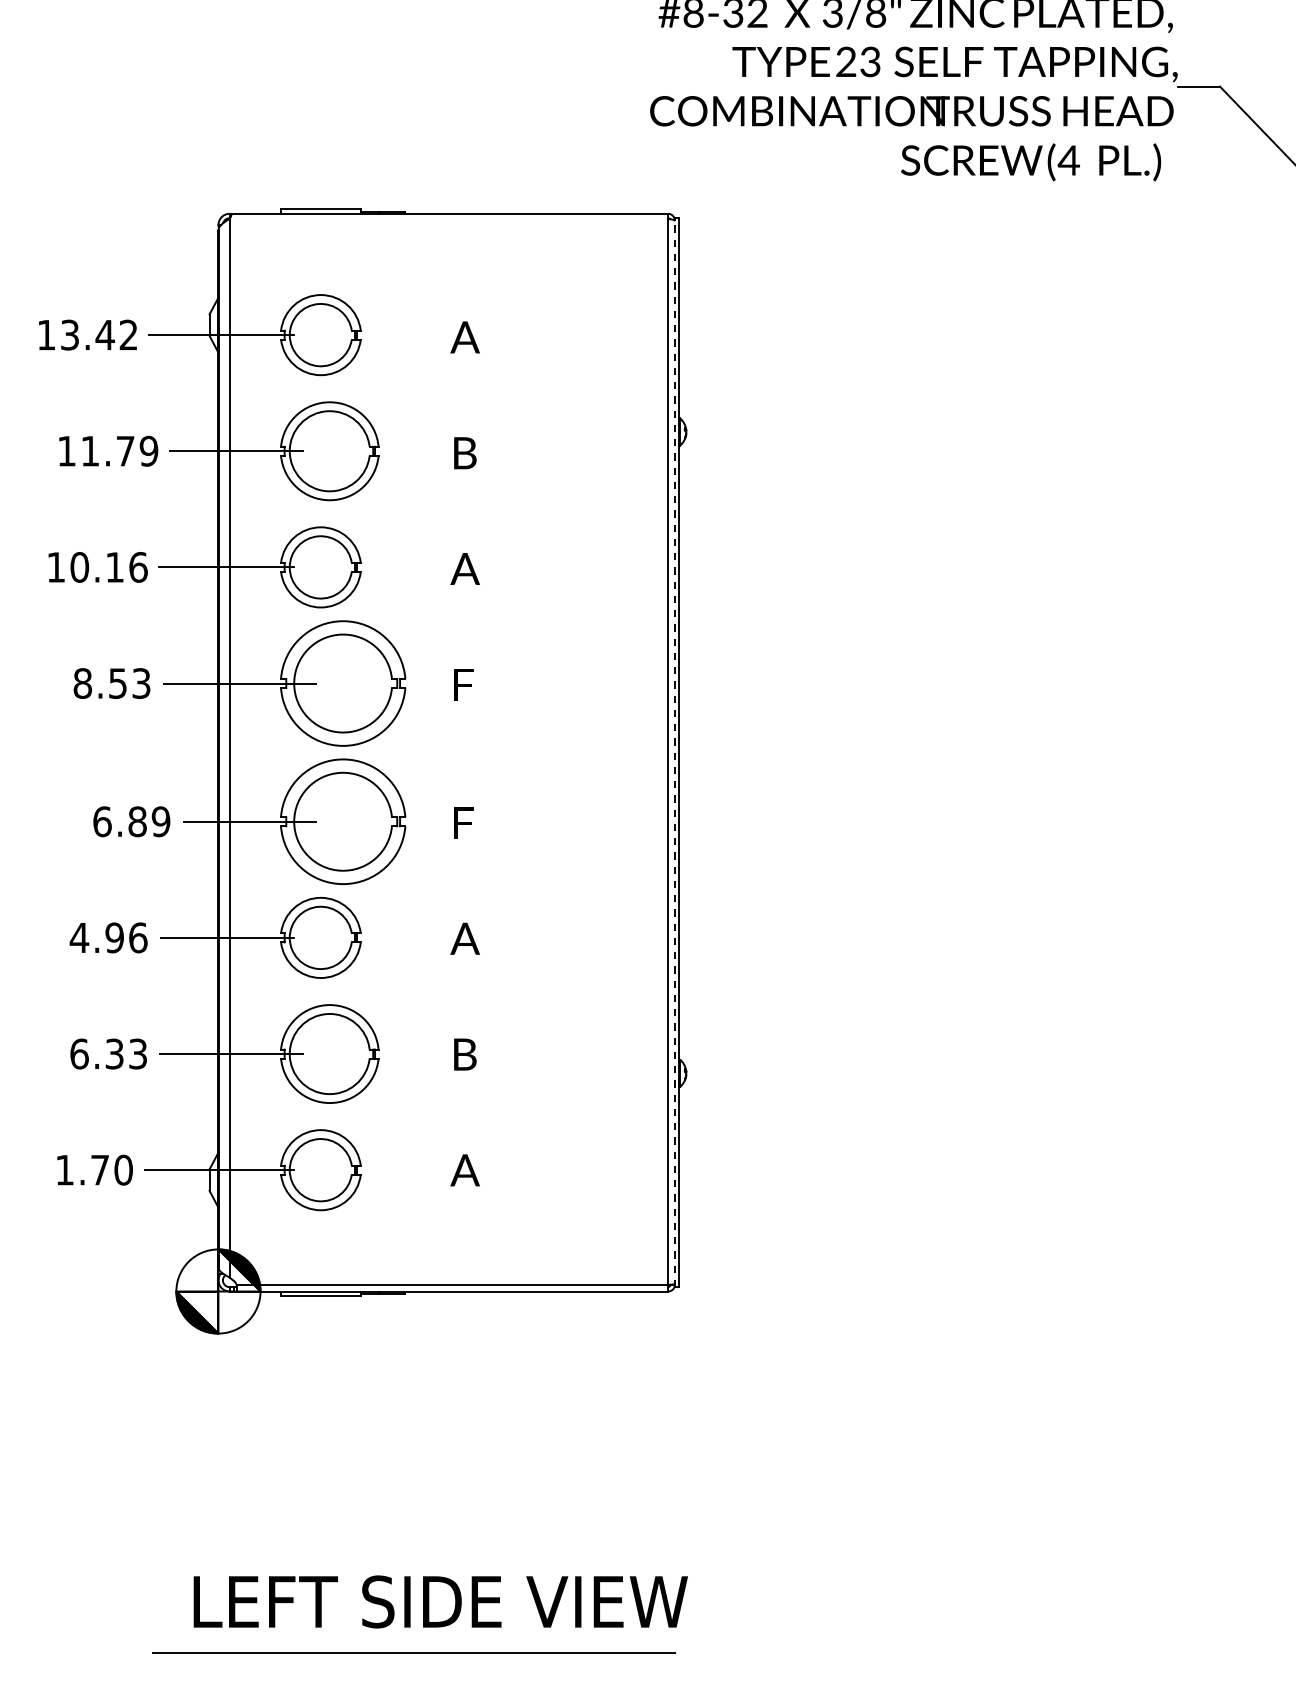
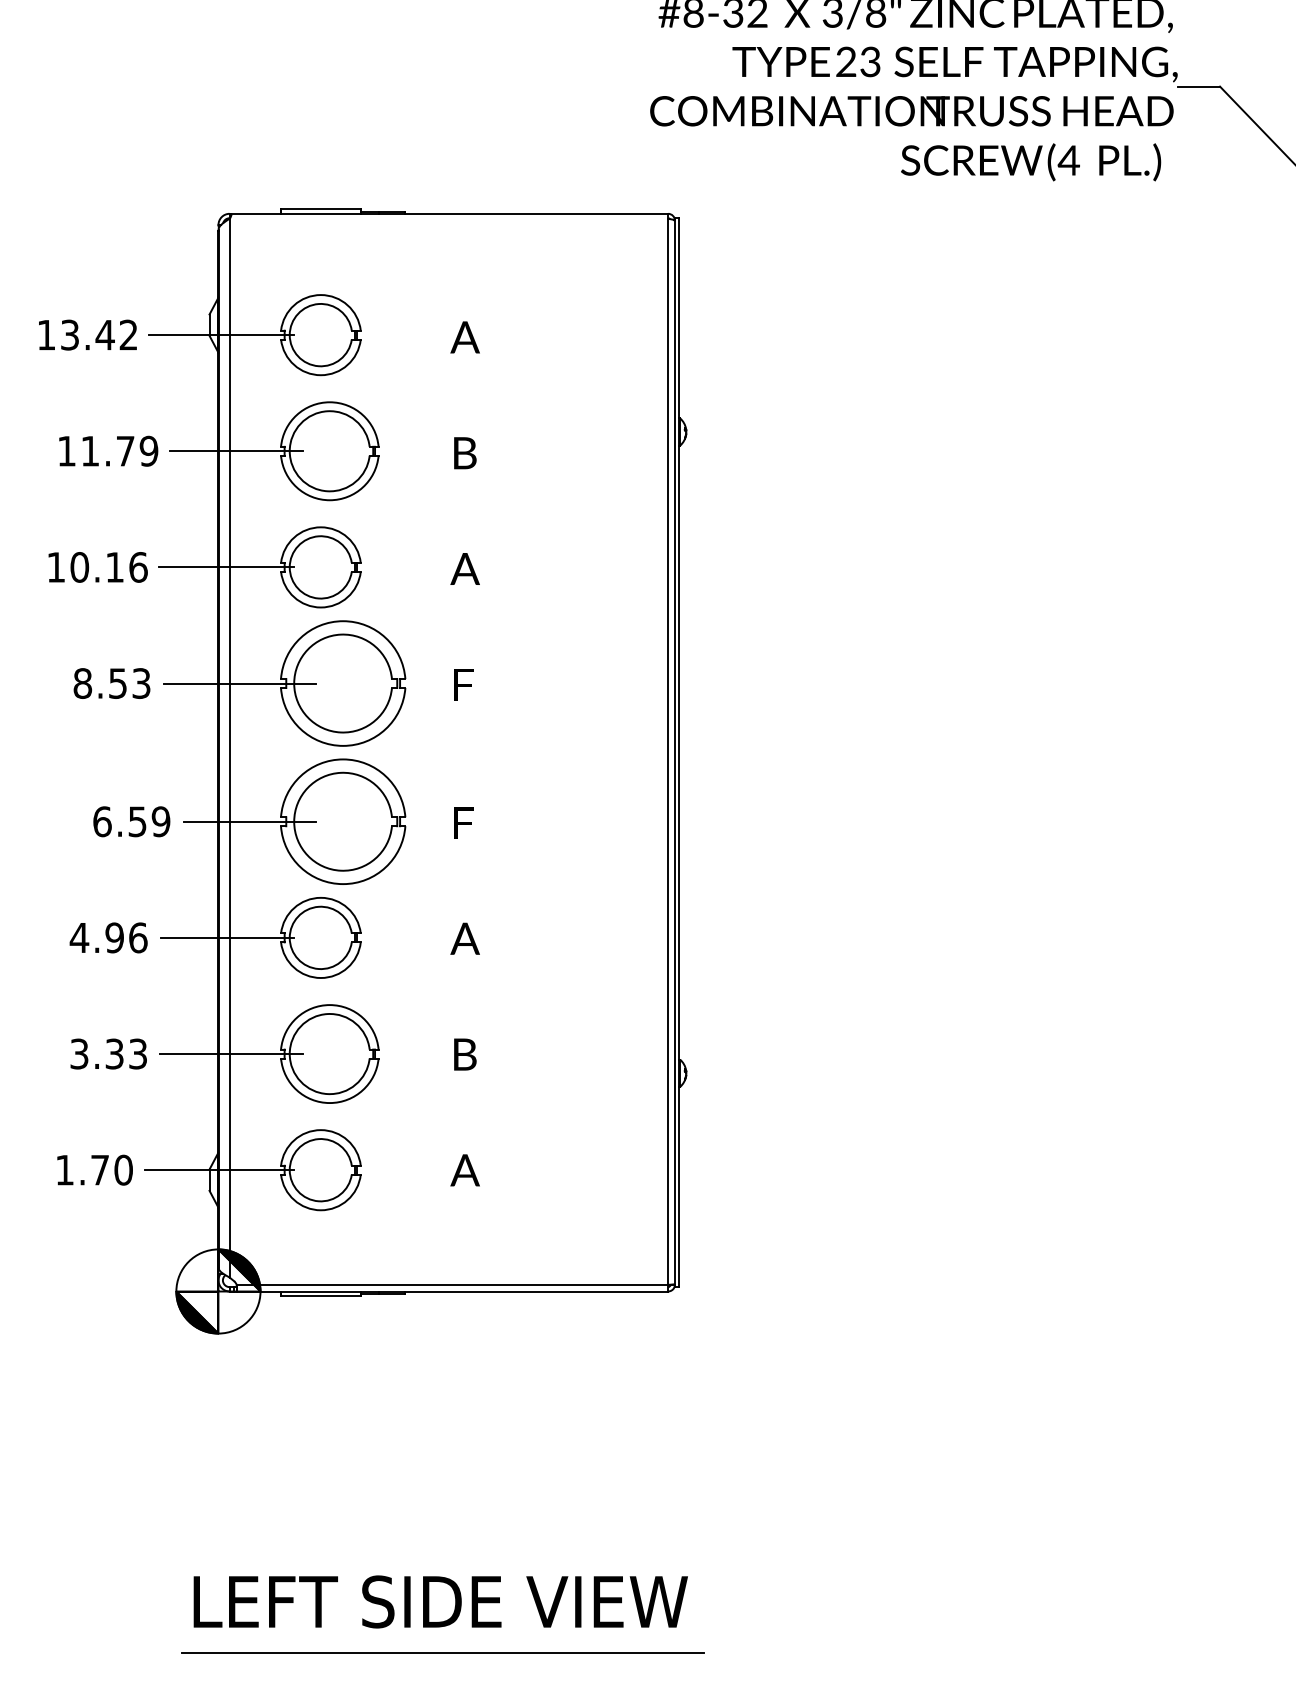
line at (674, 752): dashed -> solid
text at (137, 821): 6.89 -> 6.59
text at (79, 1053): 6.33 -> 3.33
line at (413, 1652) position: (413, 1652) -> (442, 1652)
